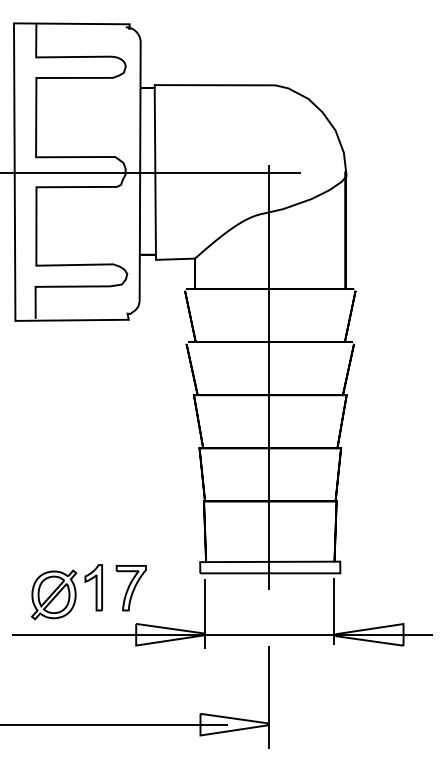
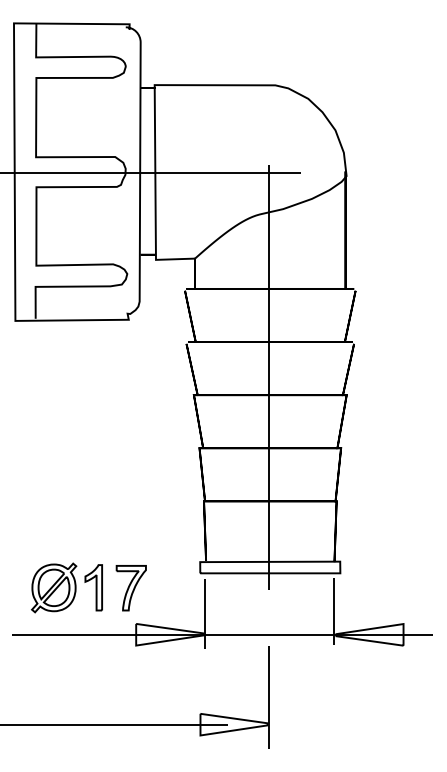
part at (54, 594) position: (54, 594) -> (54, 587)
